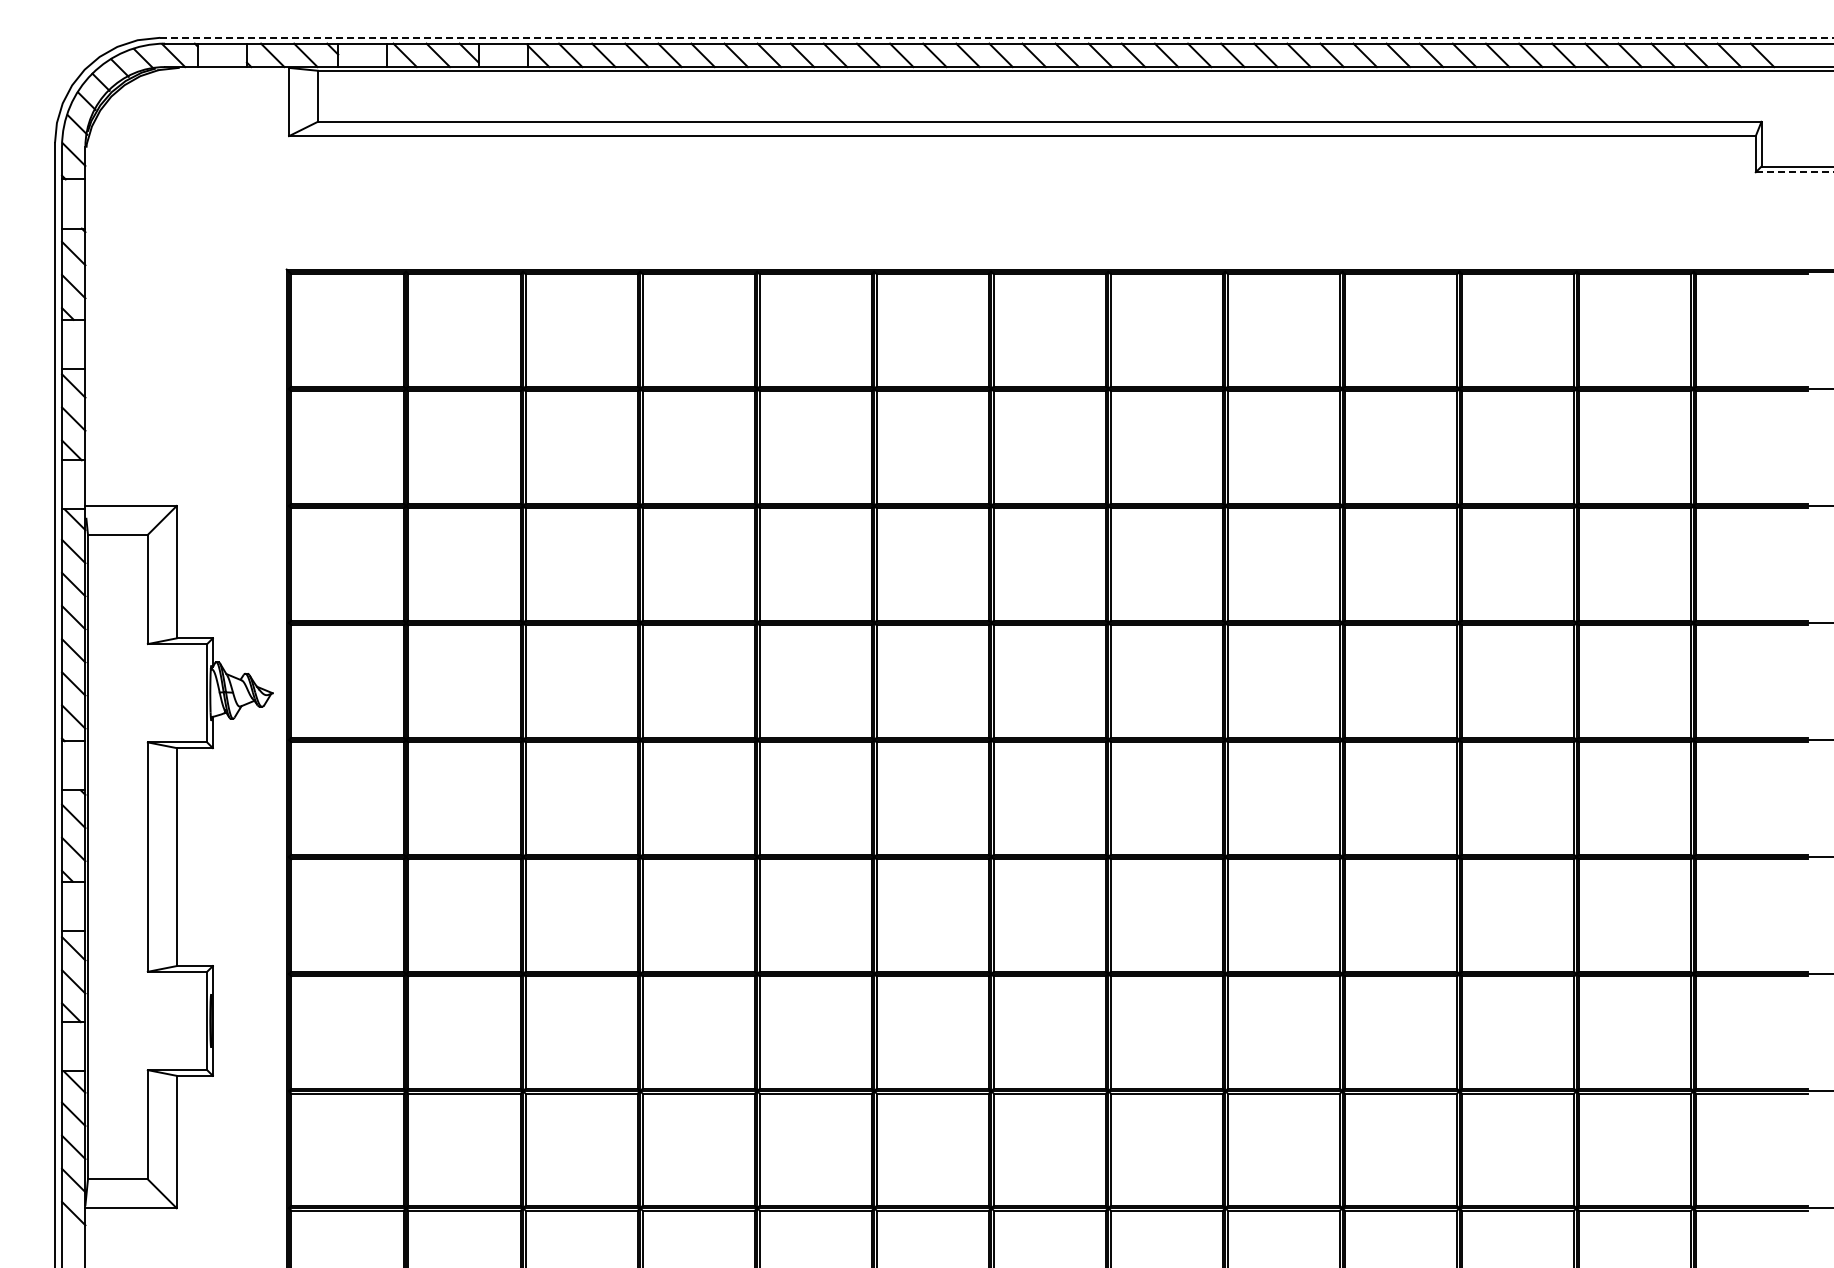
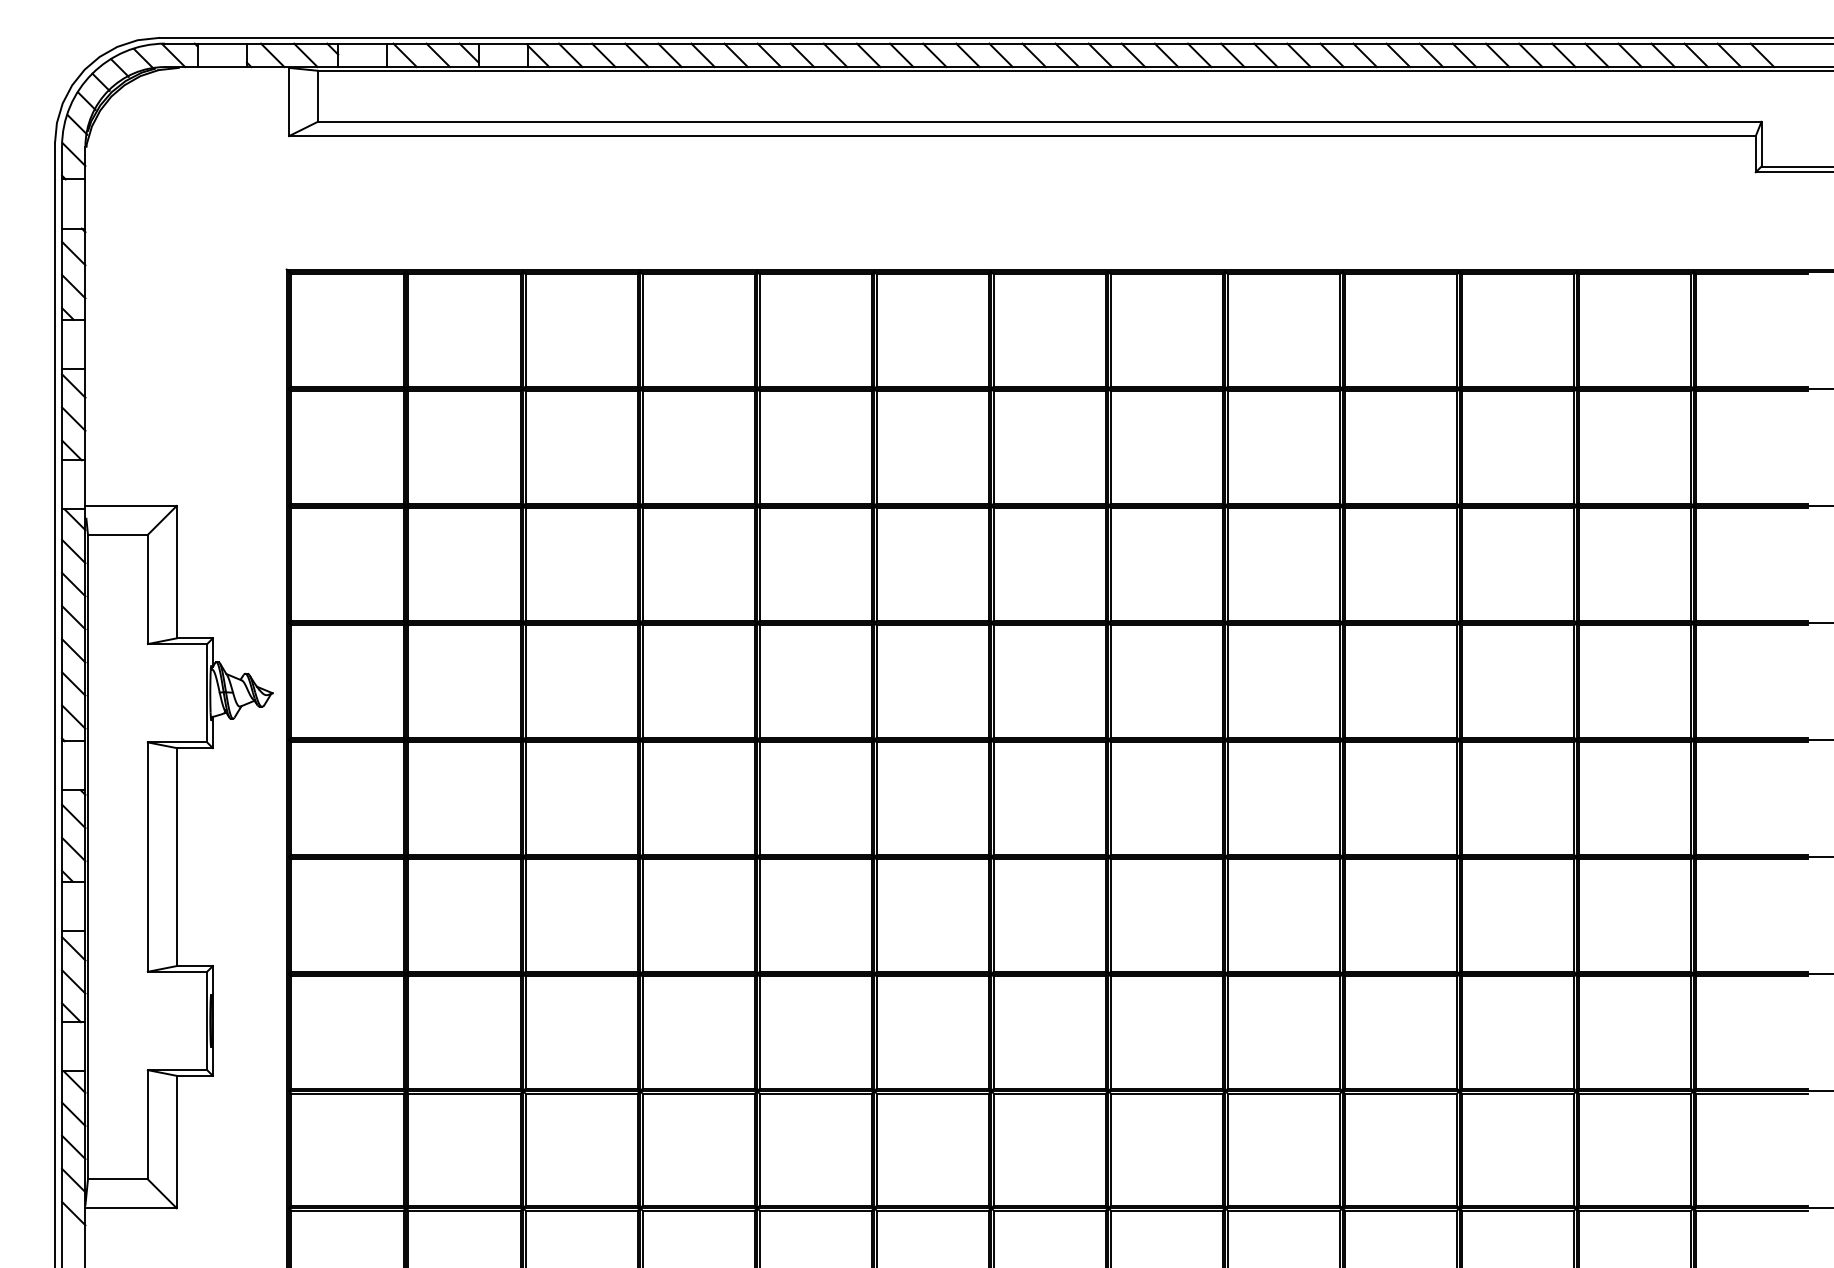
line at (997, 37): dashed -> solid
line at (1794, 172): dashed -> solid
